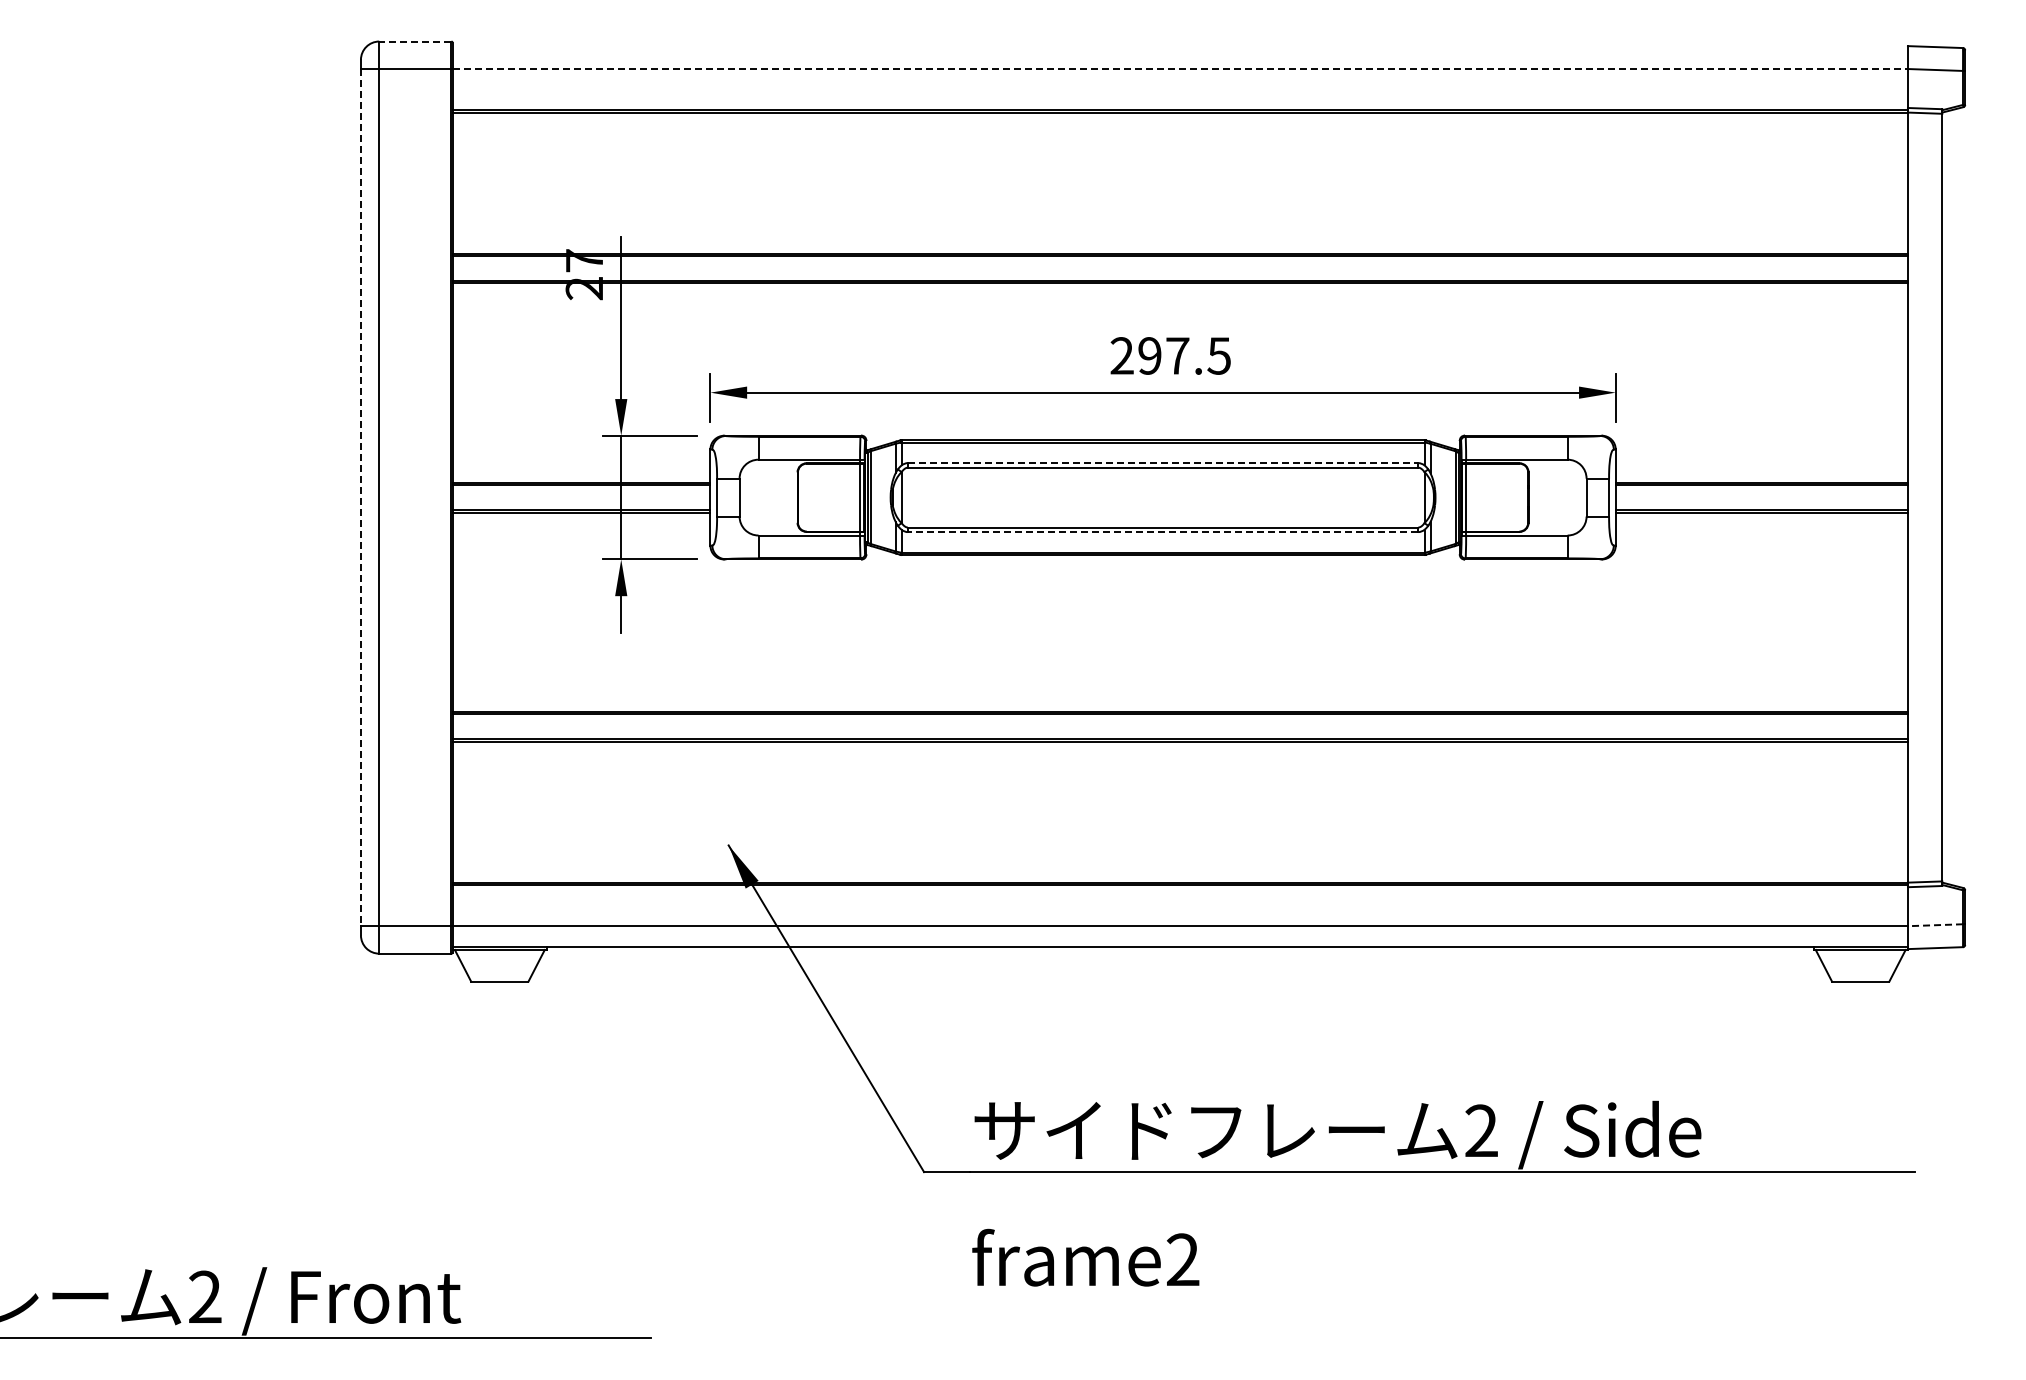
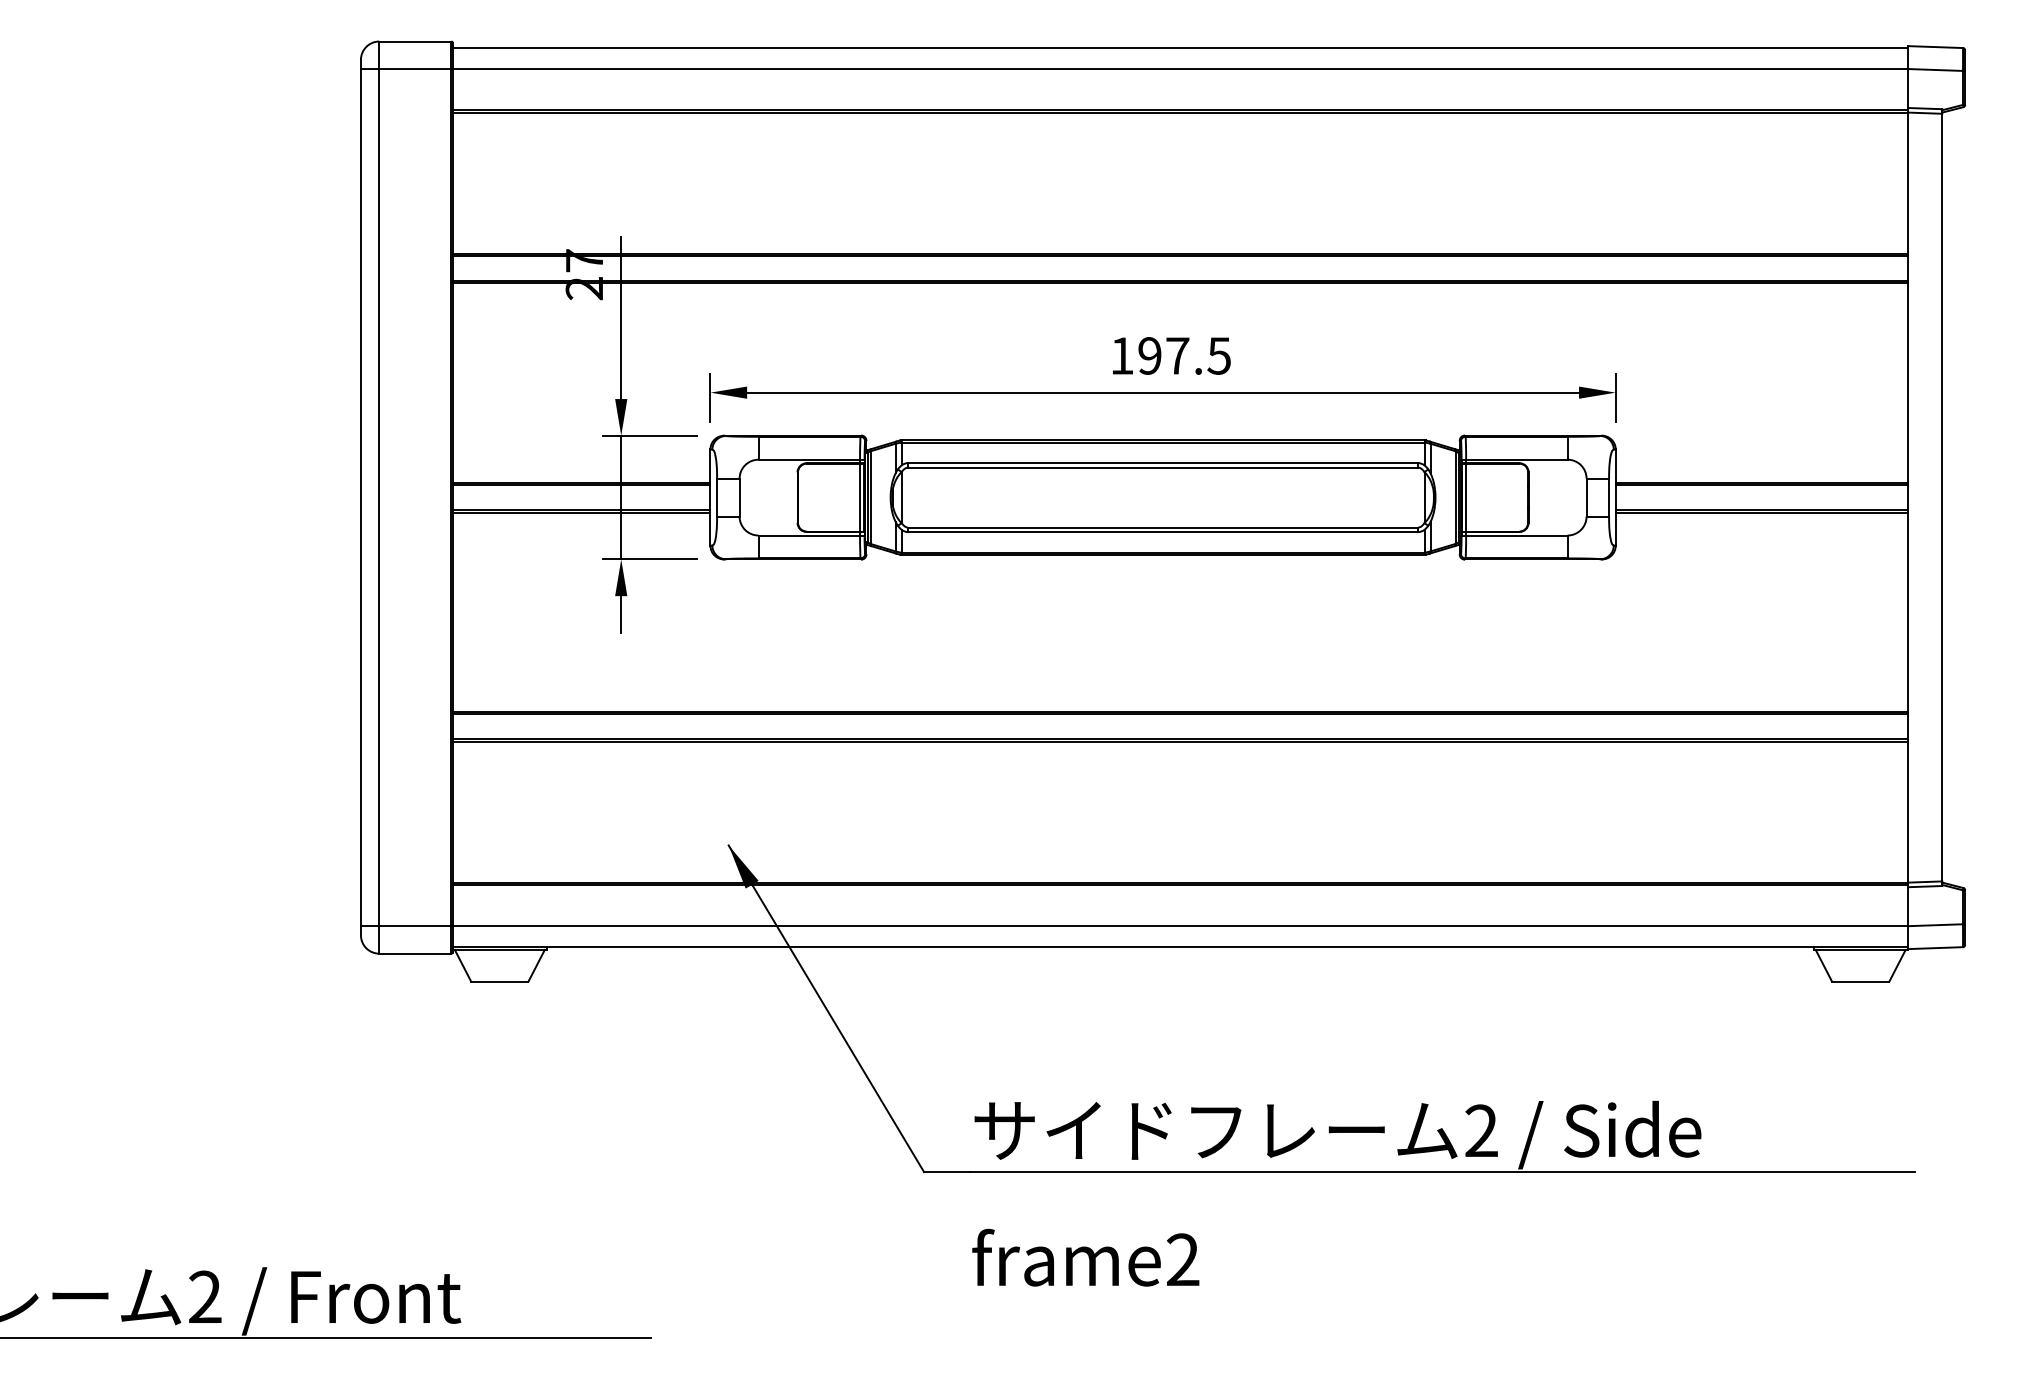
line at (414, 41): dashed -> solid
line at (1179, 48): none -> present
line at (1180, 69): dashed -> solid
text at (1121, 355): 297.5 -> 197.5
line at (1163, 463): dashed -> solid
line at (360, 497): dashed -> solid
line at (1162, 532): dashed -> solid
line at (1935, 925): dashed -> solid
